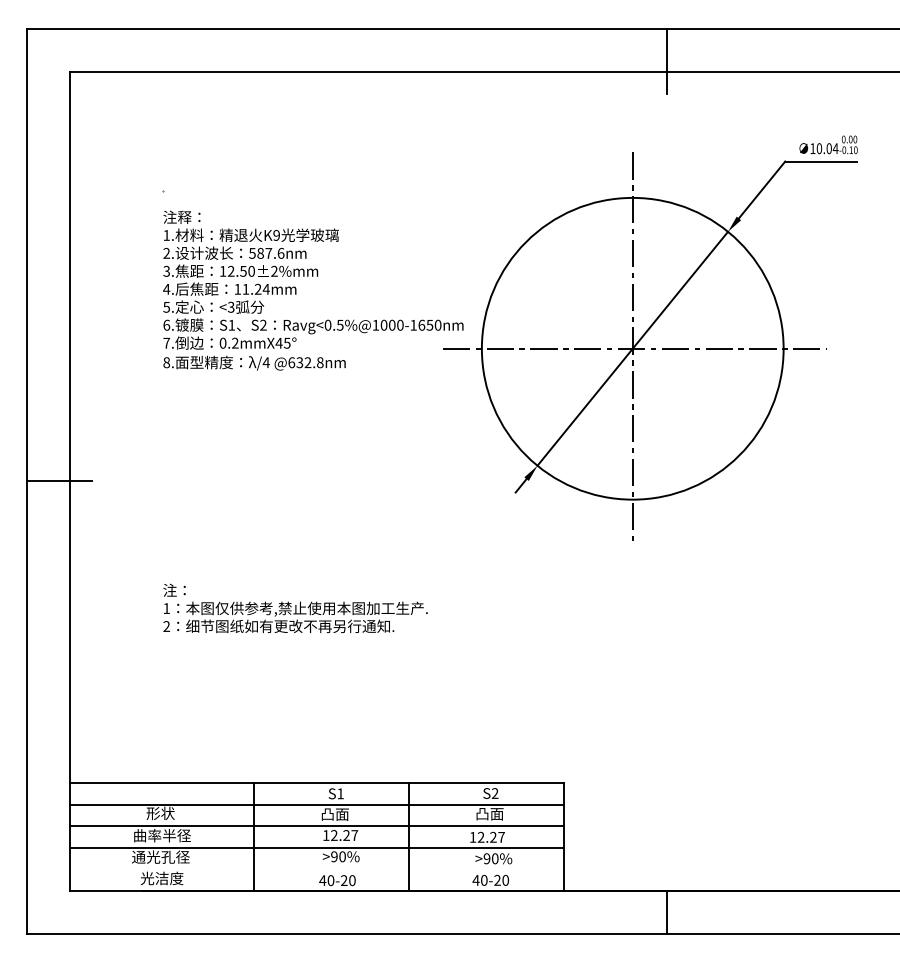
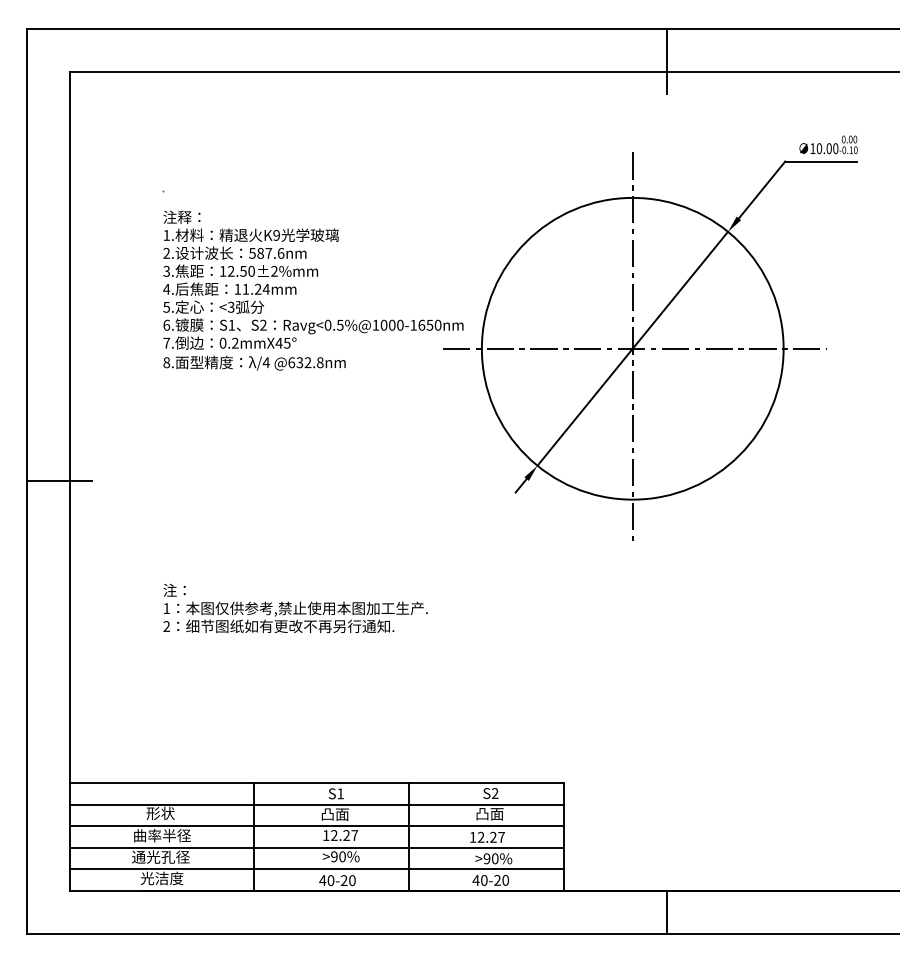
text at (835, 148): 10.04 -> 10.00
line at (317, 869): none -> present
